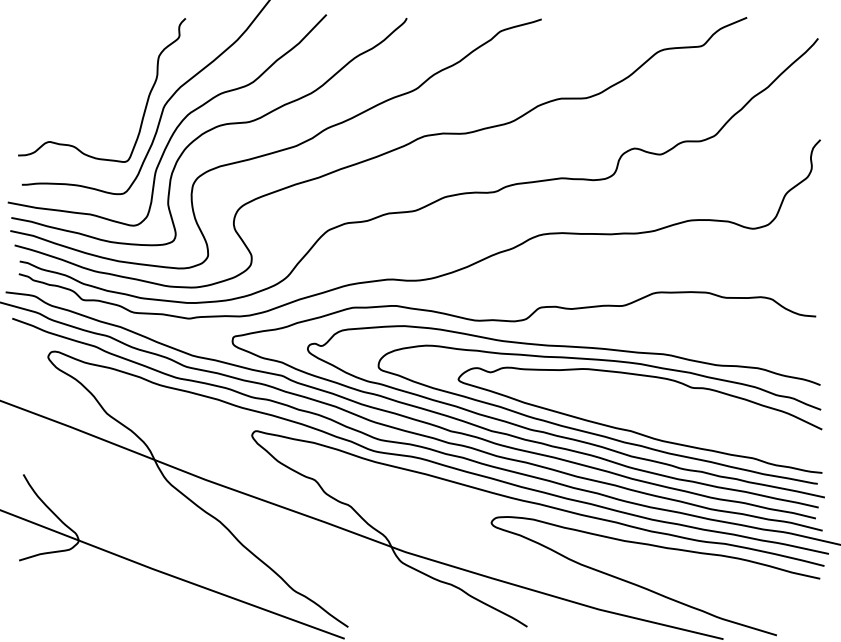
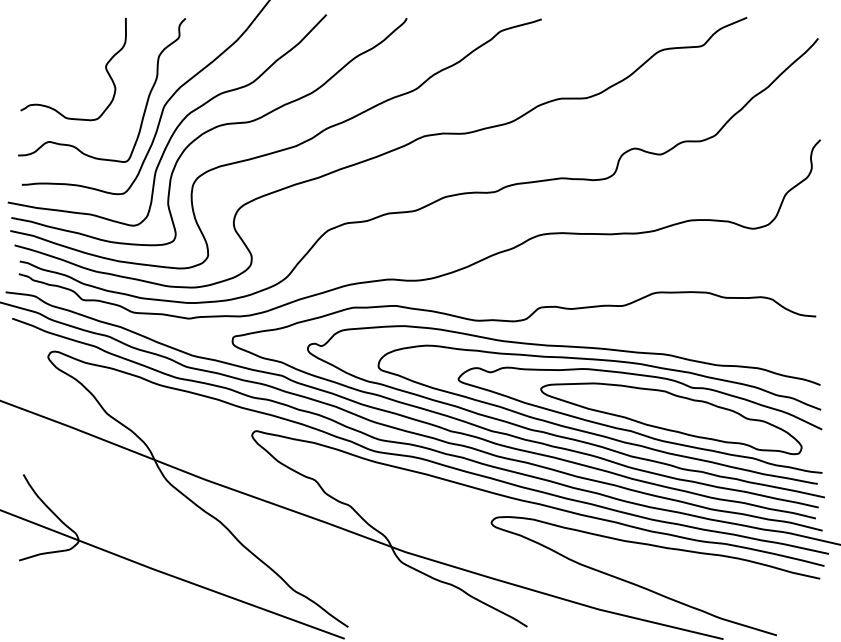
curve at (105, 69): none -> present
part at (671, 418): none -> present
